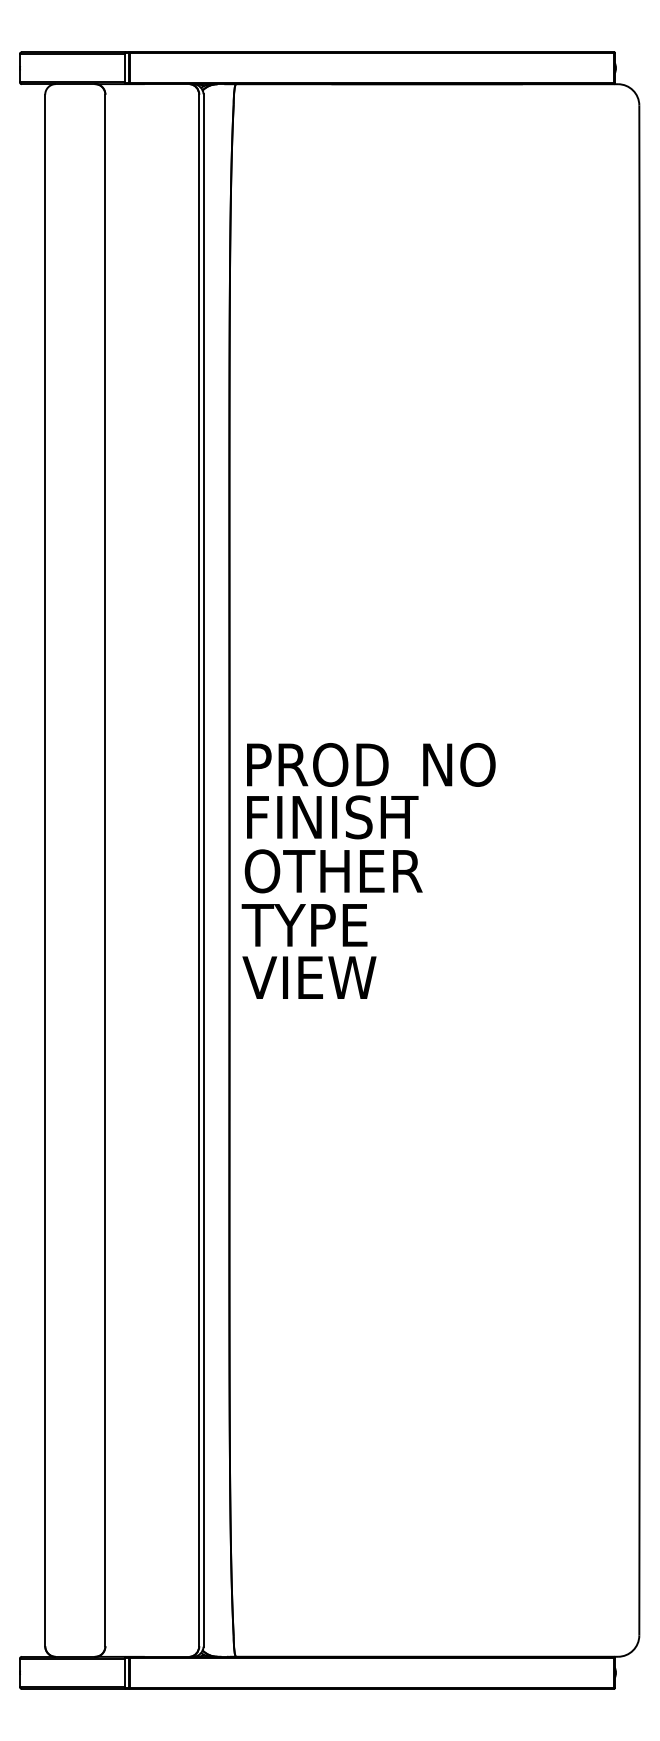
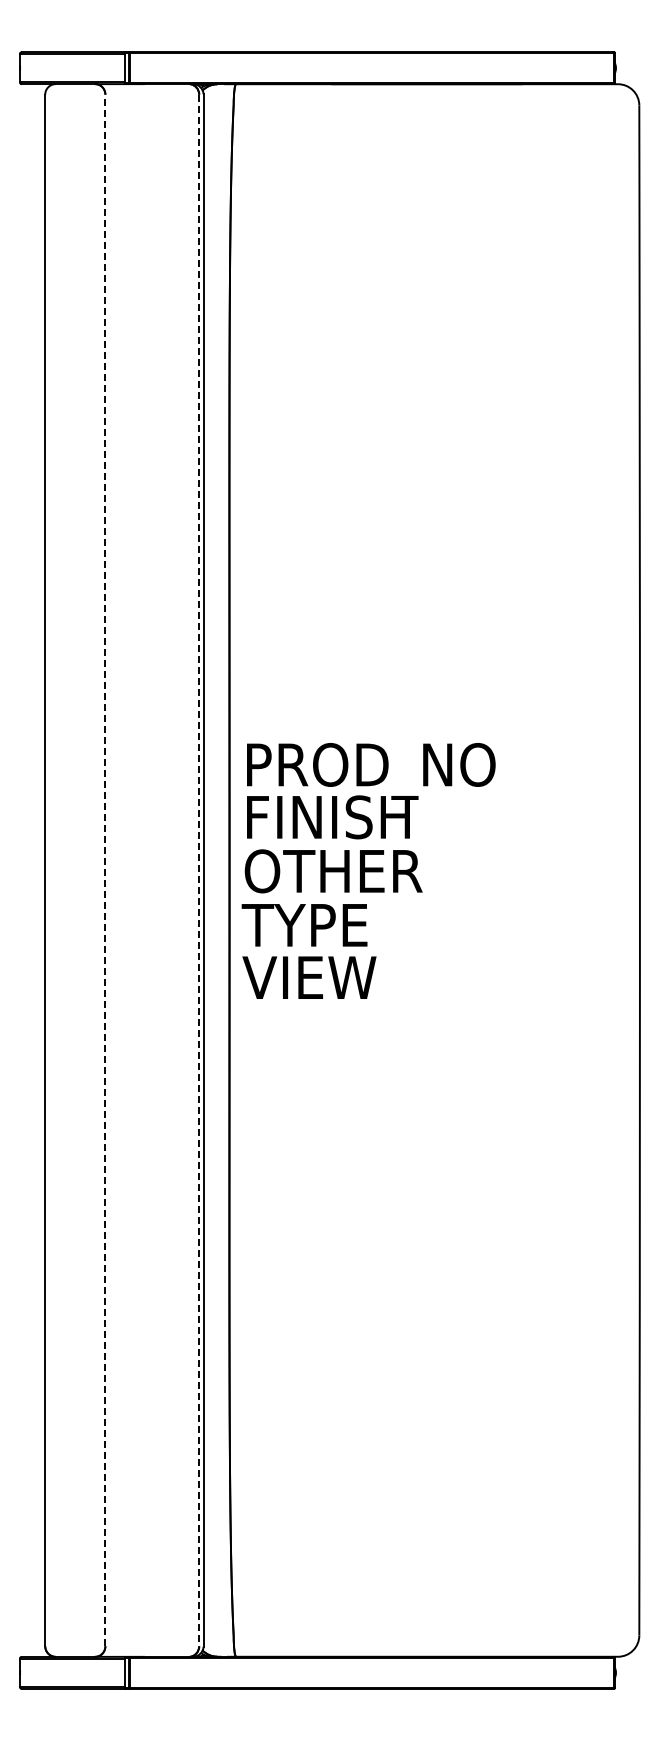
line at (105, 870): solid -> dashed
line at (199, 870): solid -> dashed
